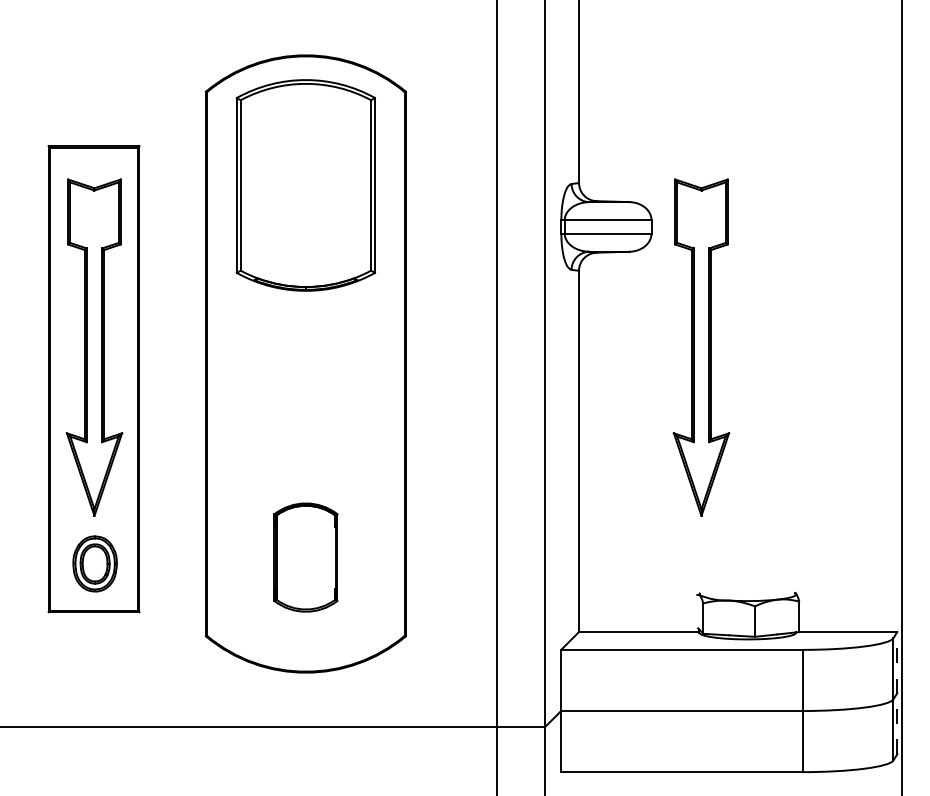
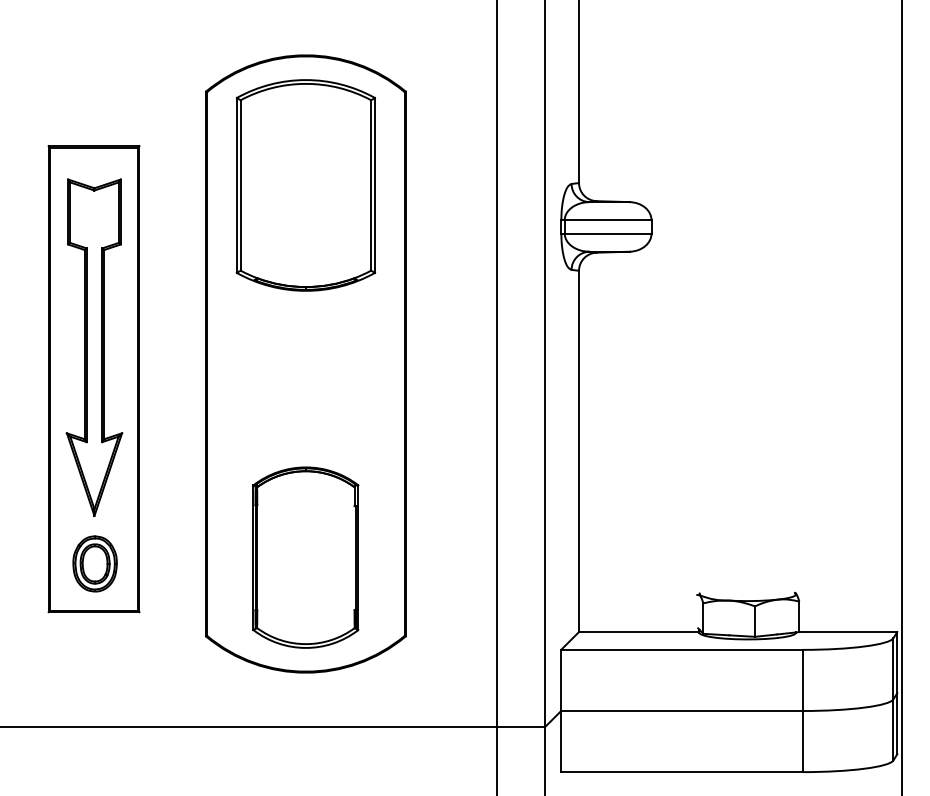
part at (701, 347): present -> none
part at (305, 557) size: 66x111 px -> 108x183 px
line at (897, 692): dashed -> solid
